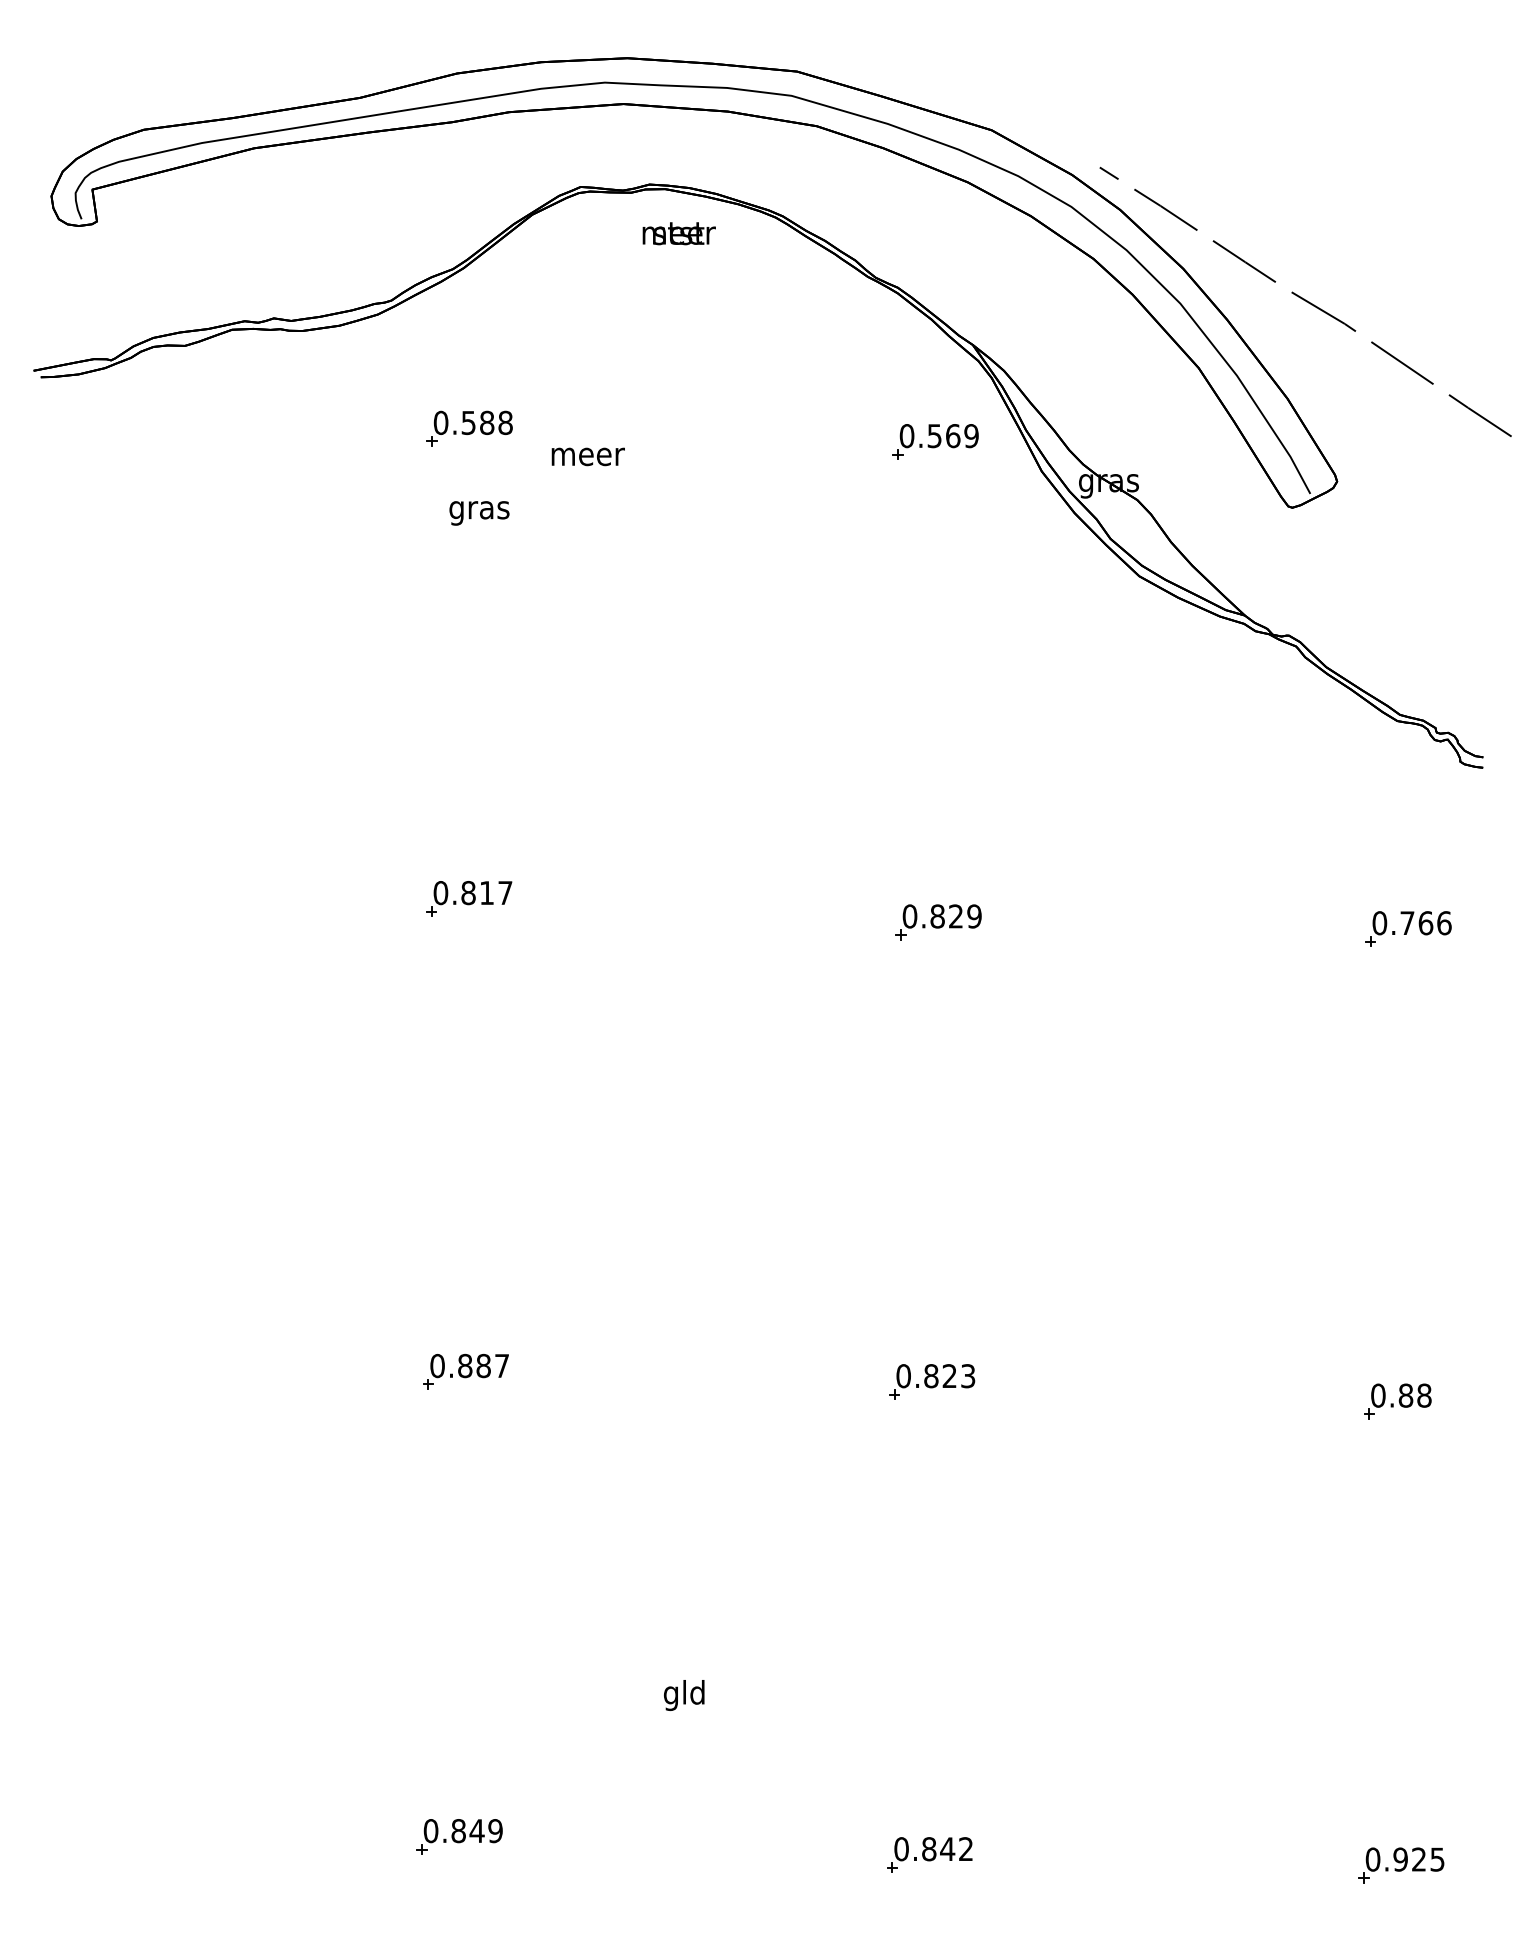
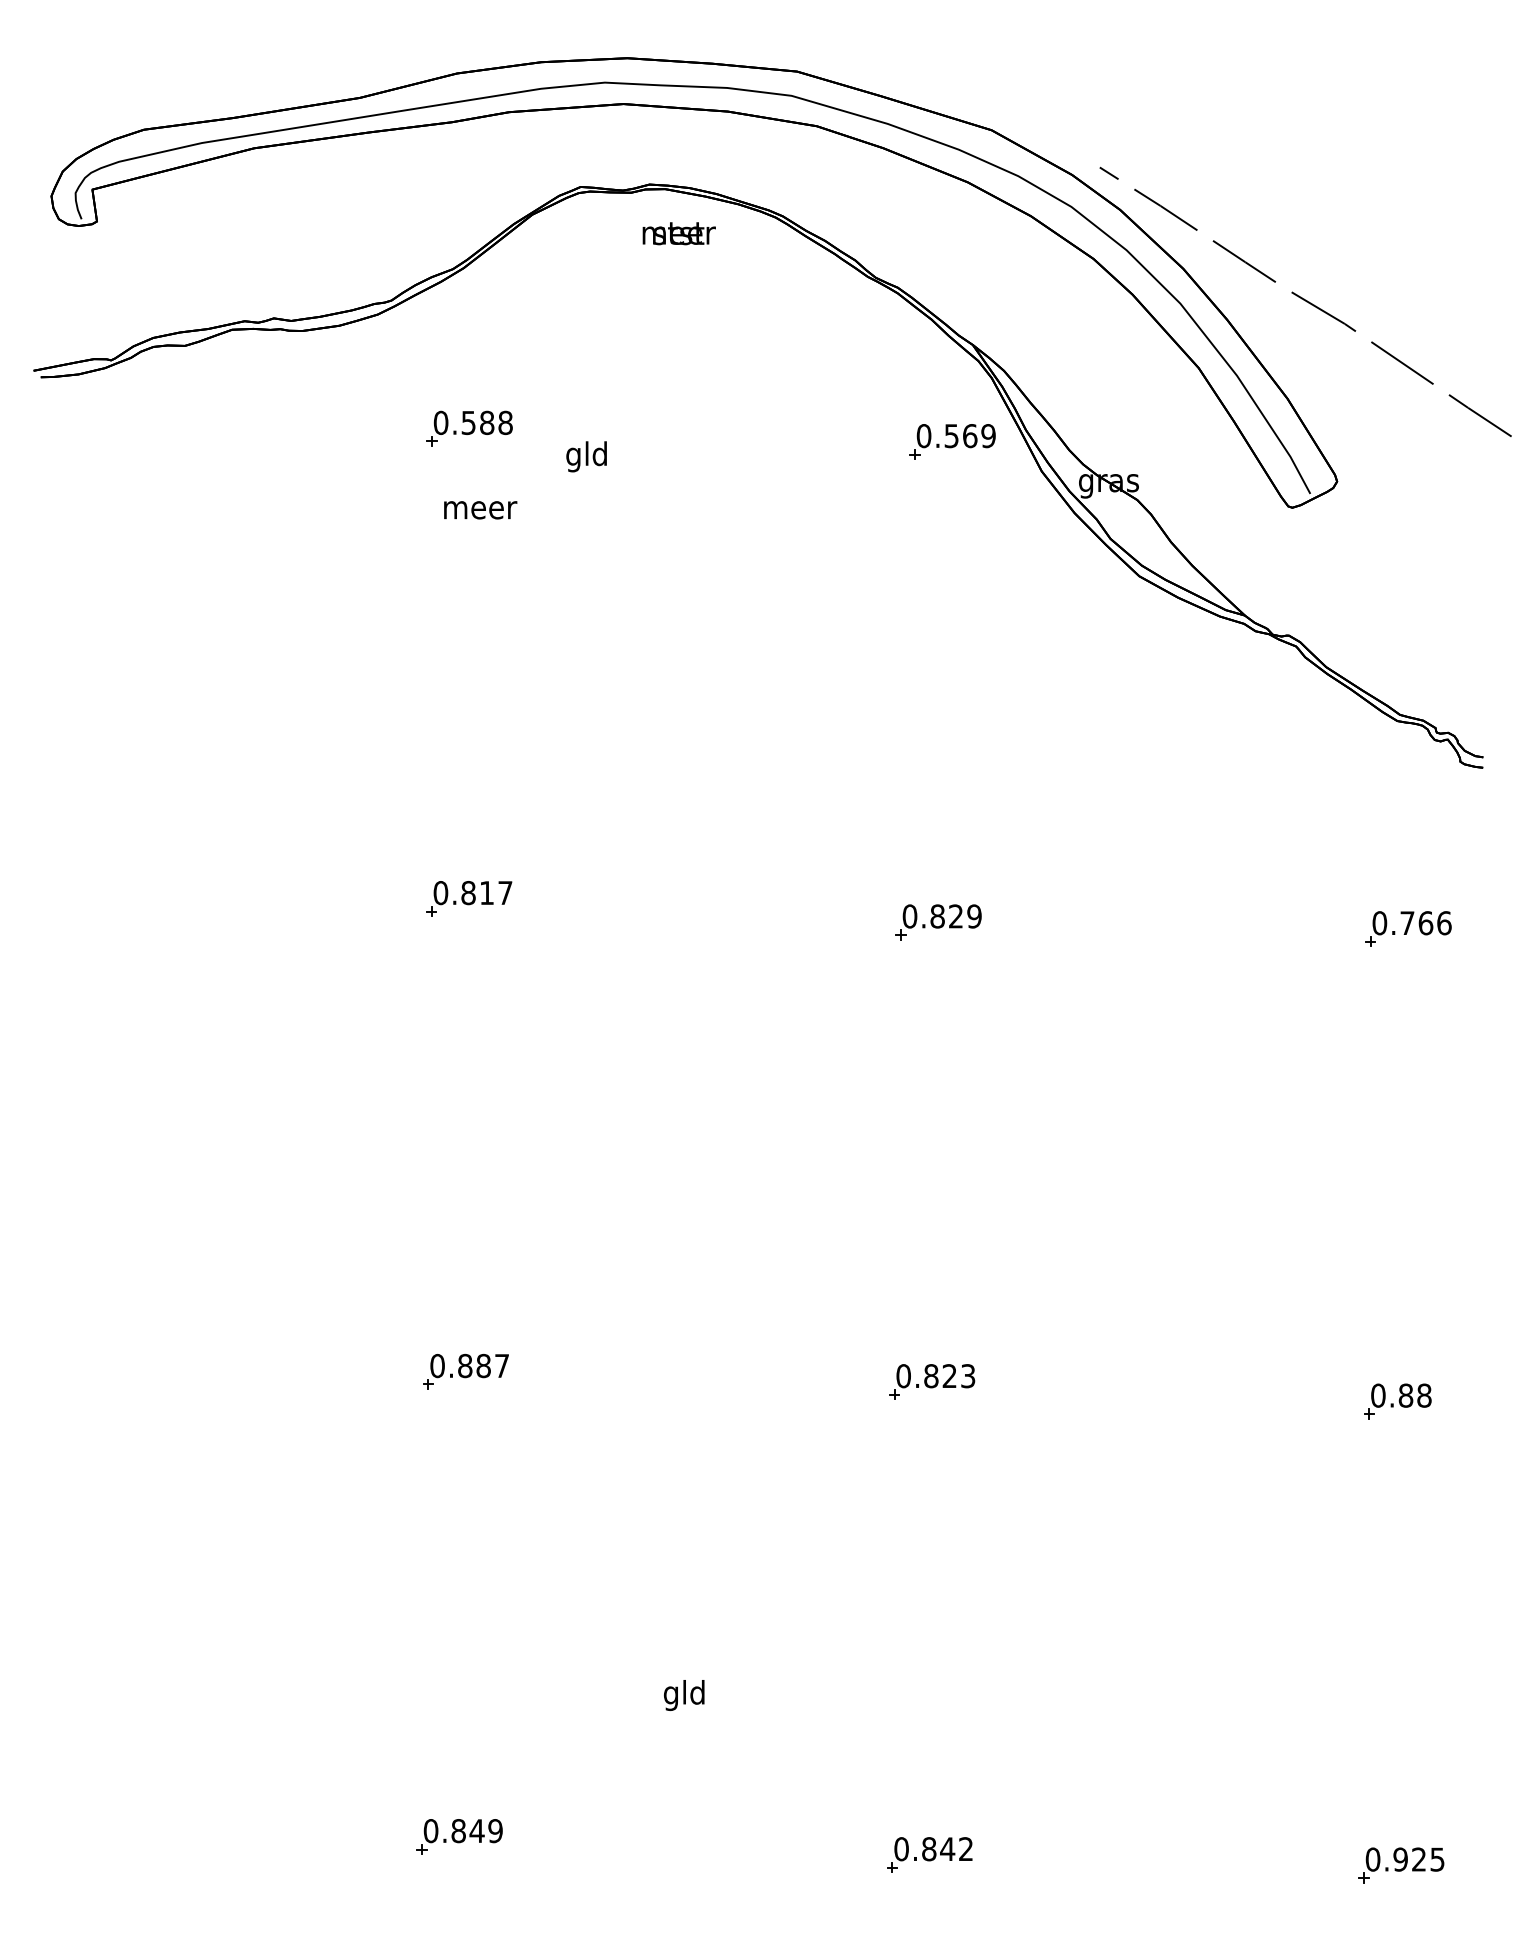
part at (935, 441) position: (935, 441) -> (952, 441)
text at (587, 456): meer -> gld
text at (480, 513): gras -> meer
